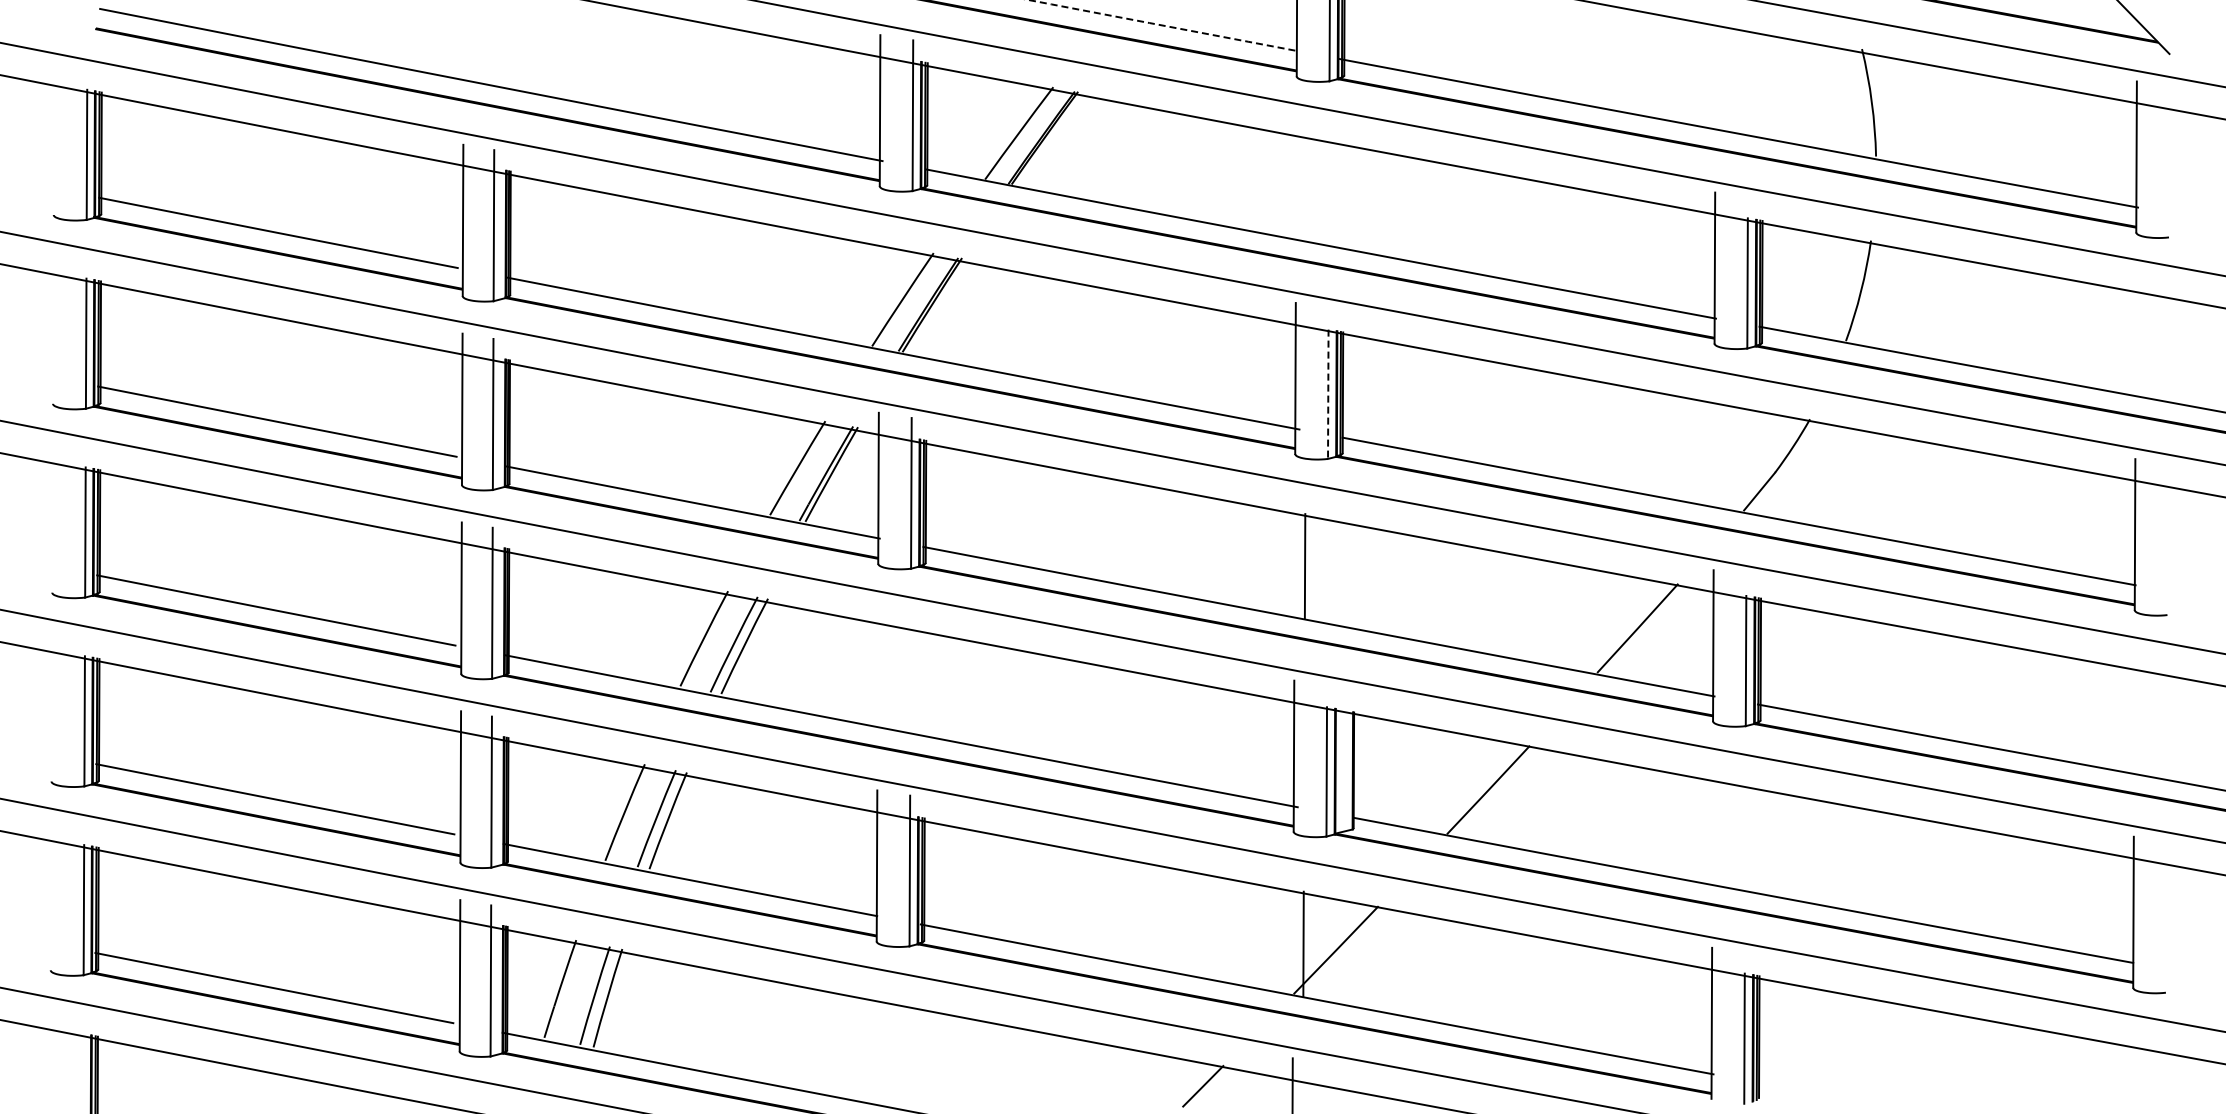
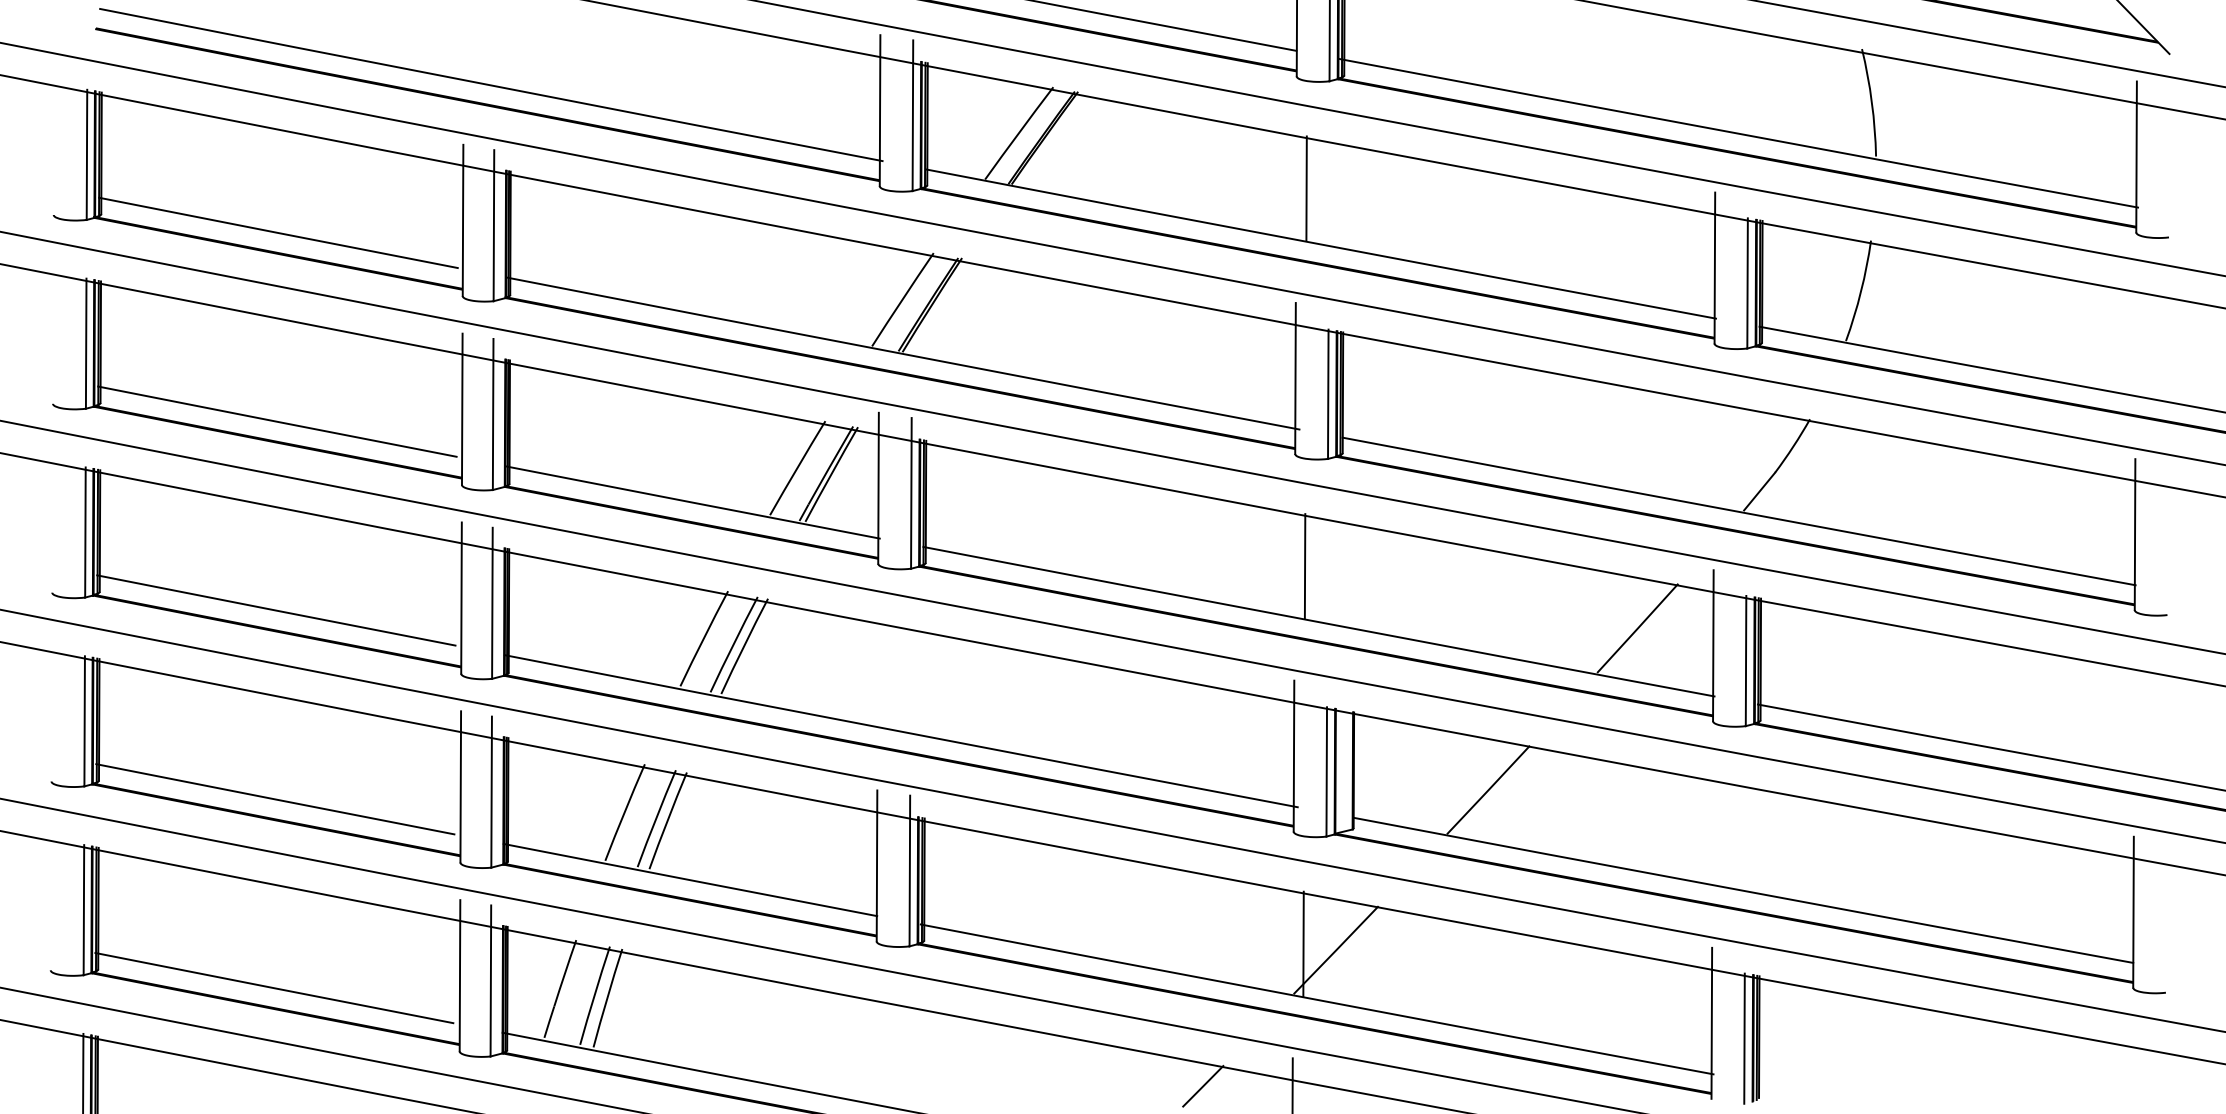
arc at (1163, 25): dashed -> solid
line at (1306, 188): none -> present
line at (1328, 394): dashed -> solid
line at (83, 1071): none -> present
